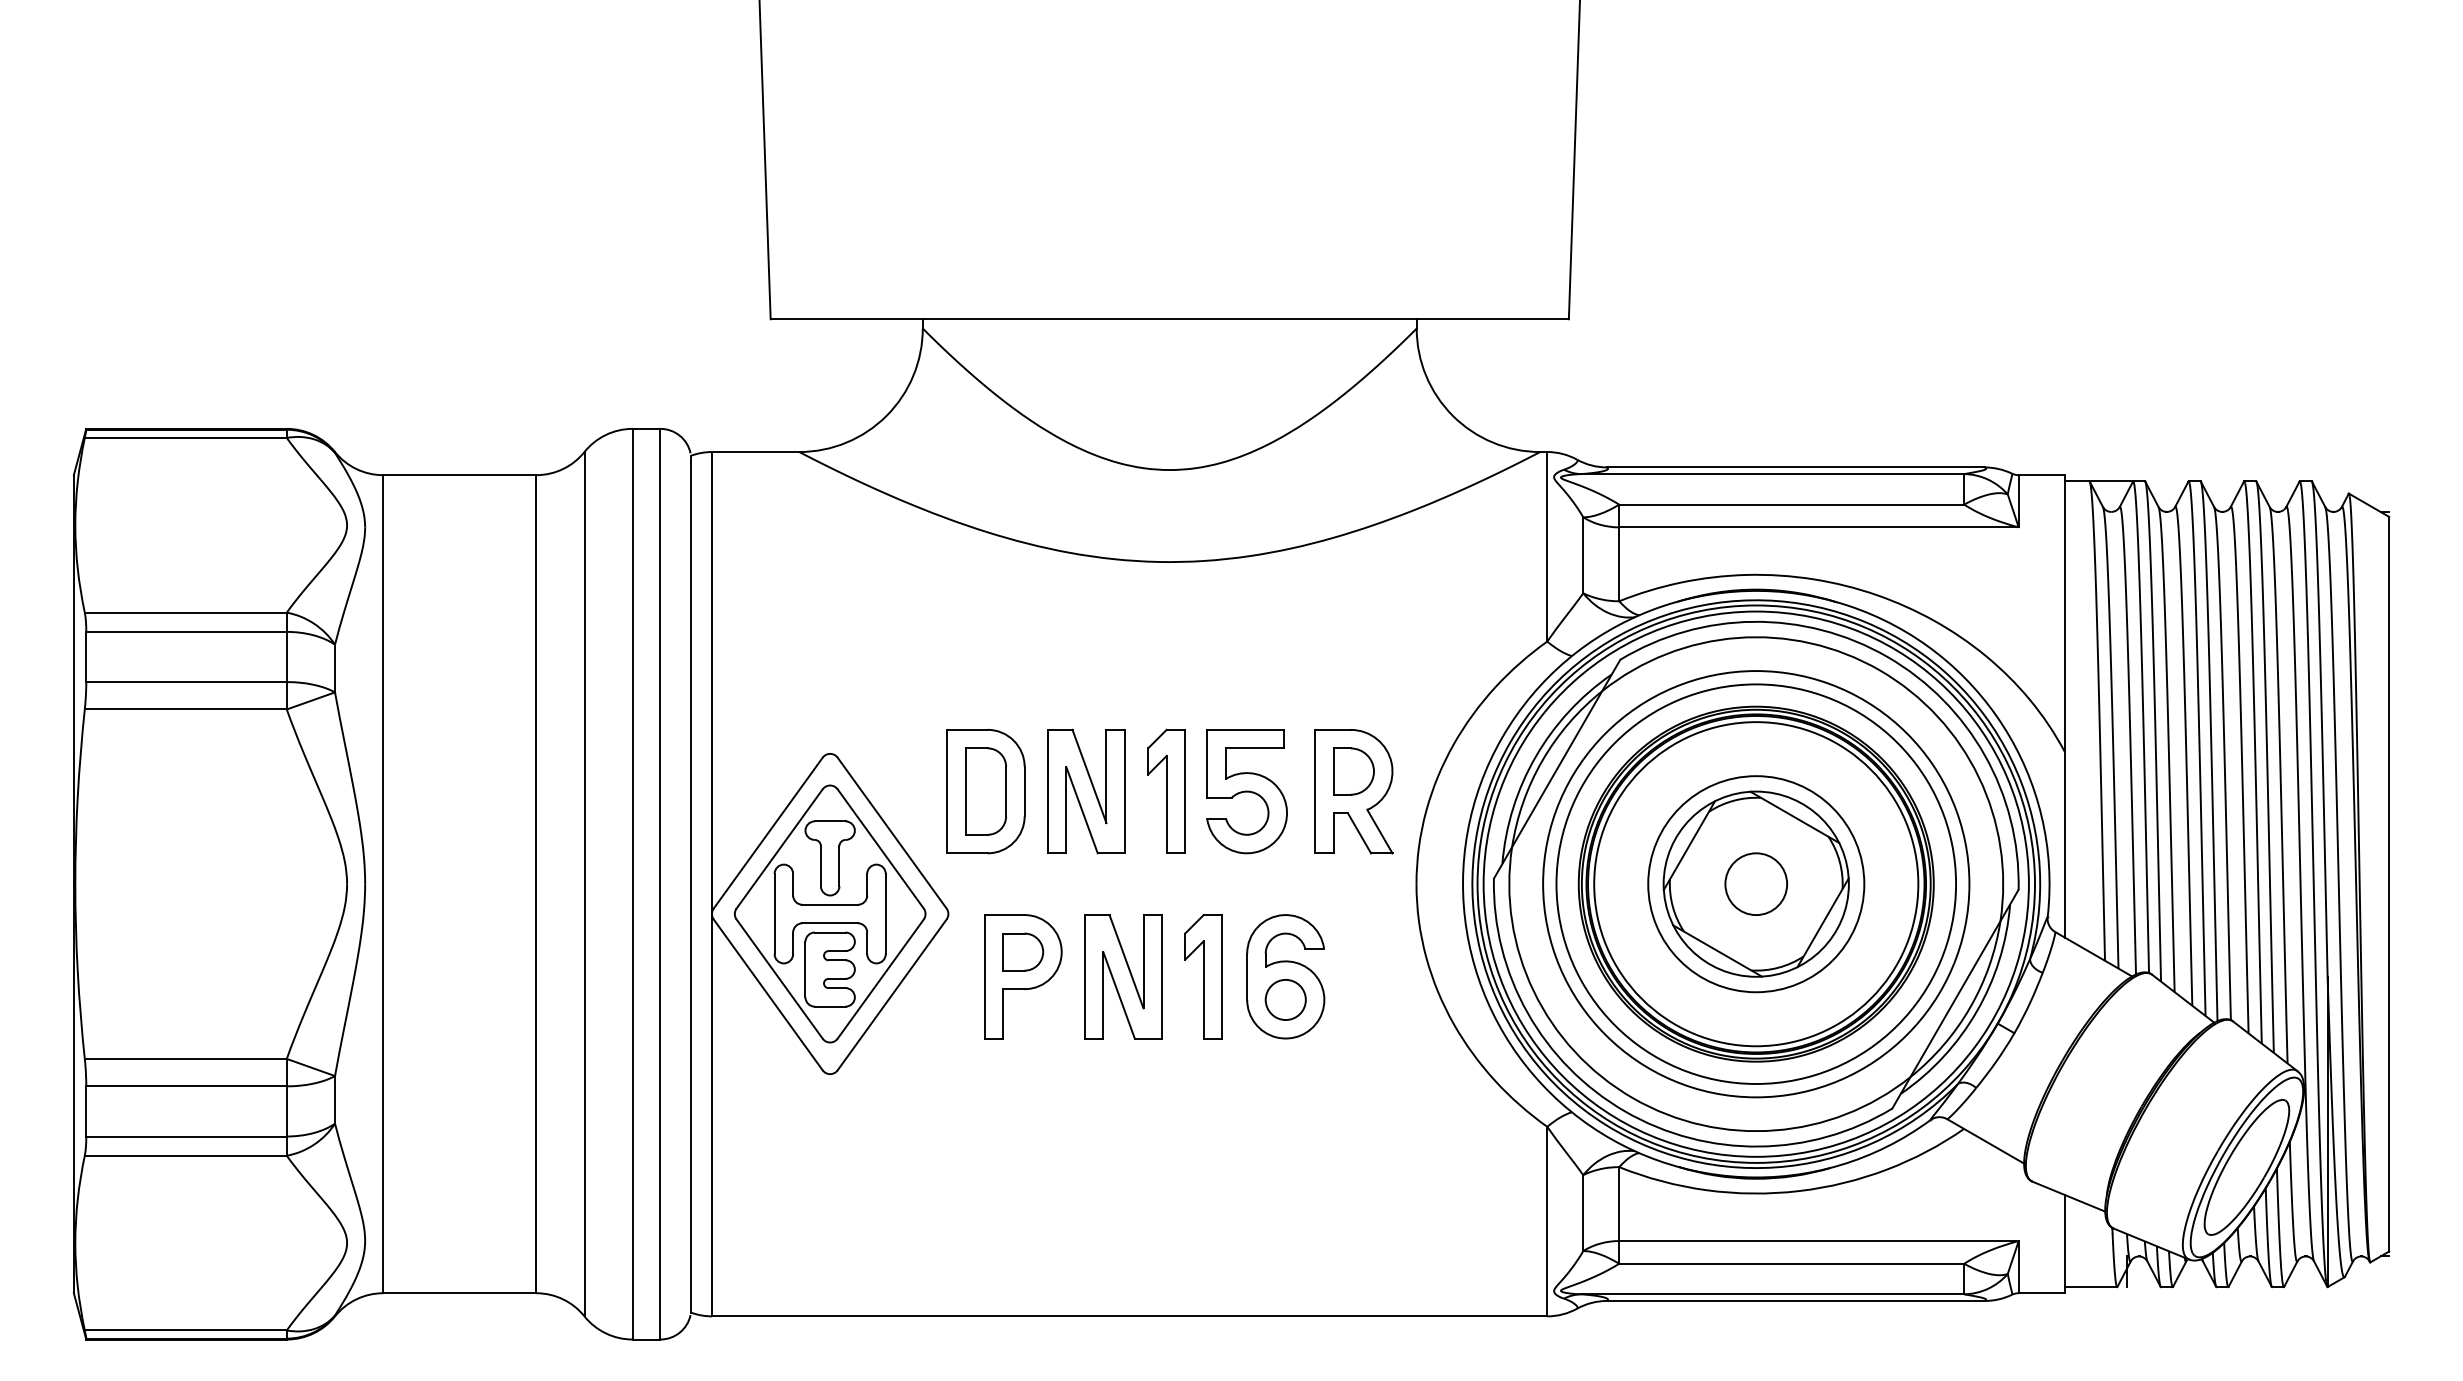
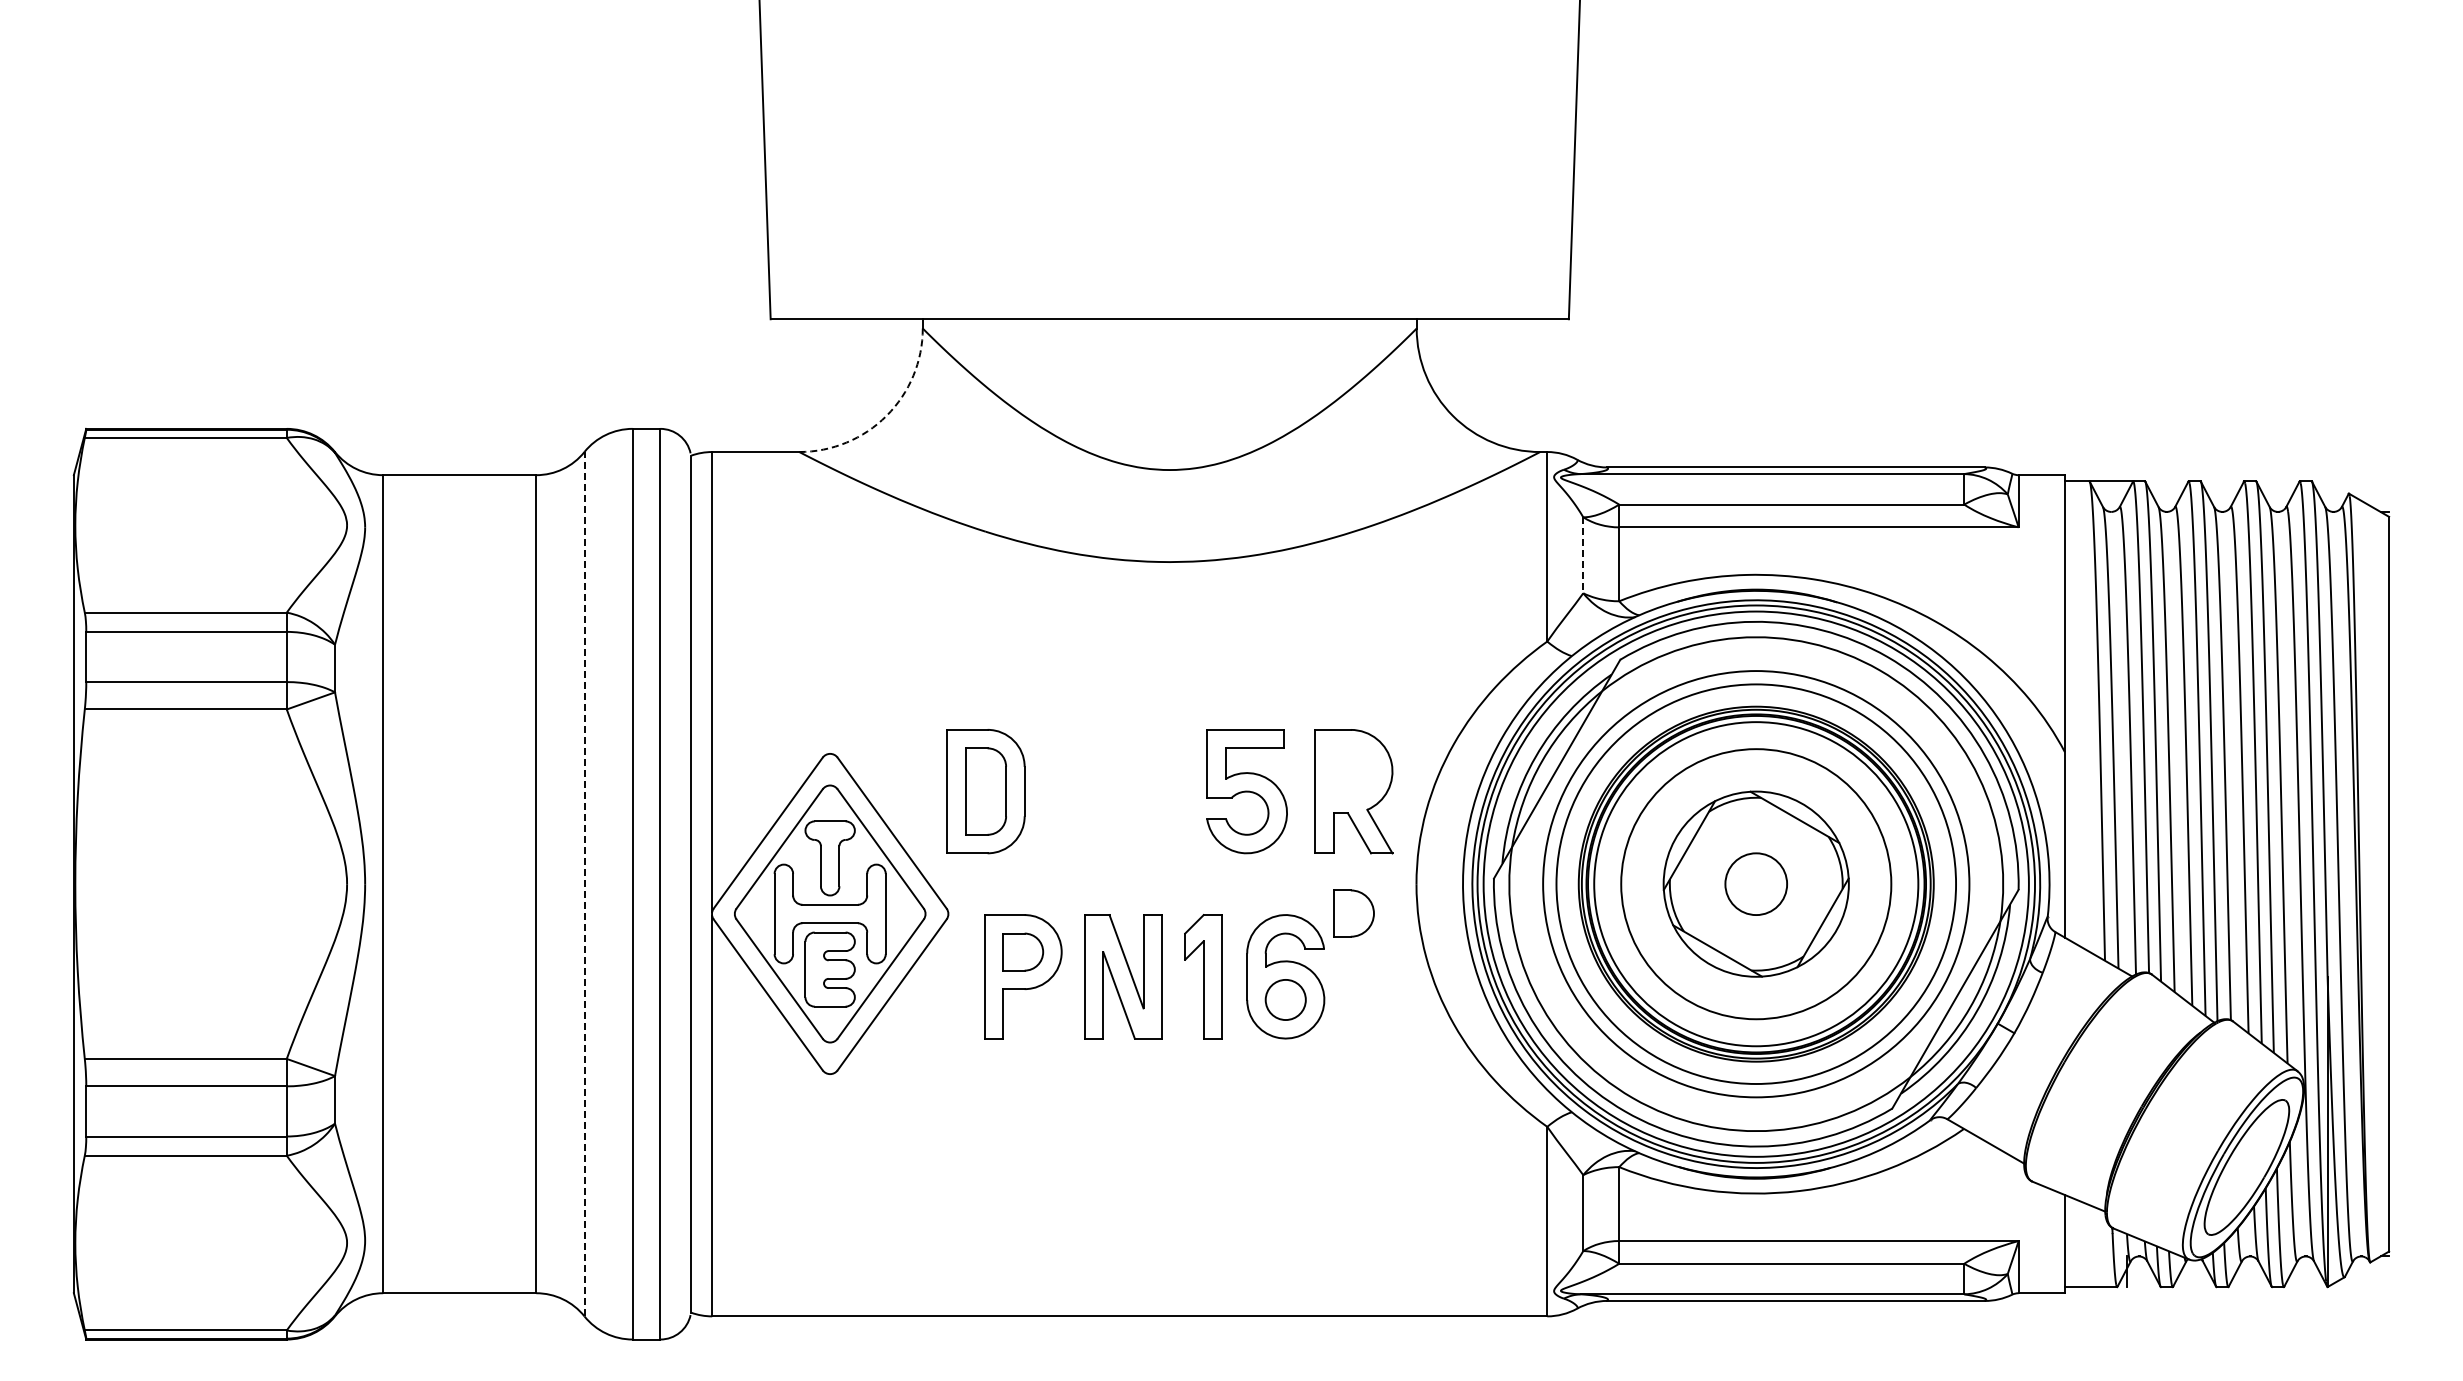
arc at (886, 415): solid -> dashed
line at (1583, 555): solid -> dashed
part at (1353, 771) position: (1353, 771) -> (1353, 913)
part at (1166, 790): present -> none
part at (1086, 791): present -> none
line at (584, 883): solid -> dashed
circle at (1756, 884) diameter: 216 px -> 270 px
